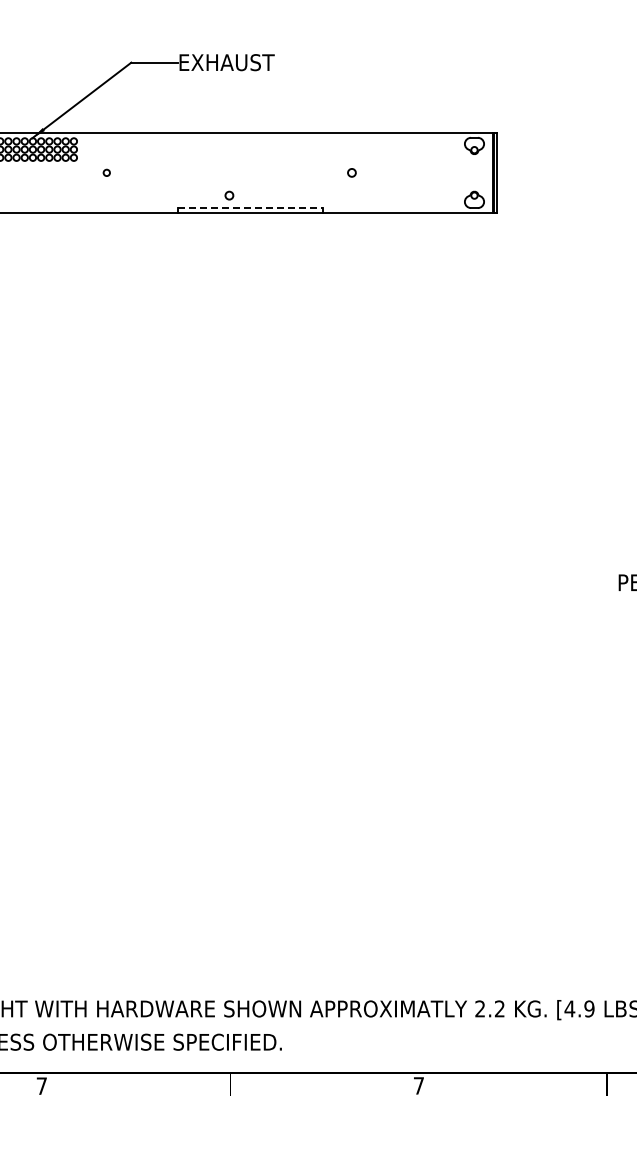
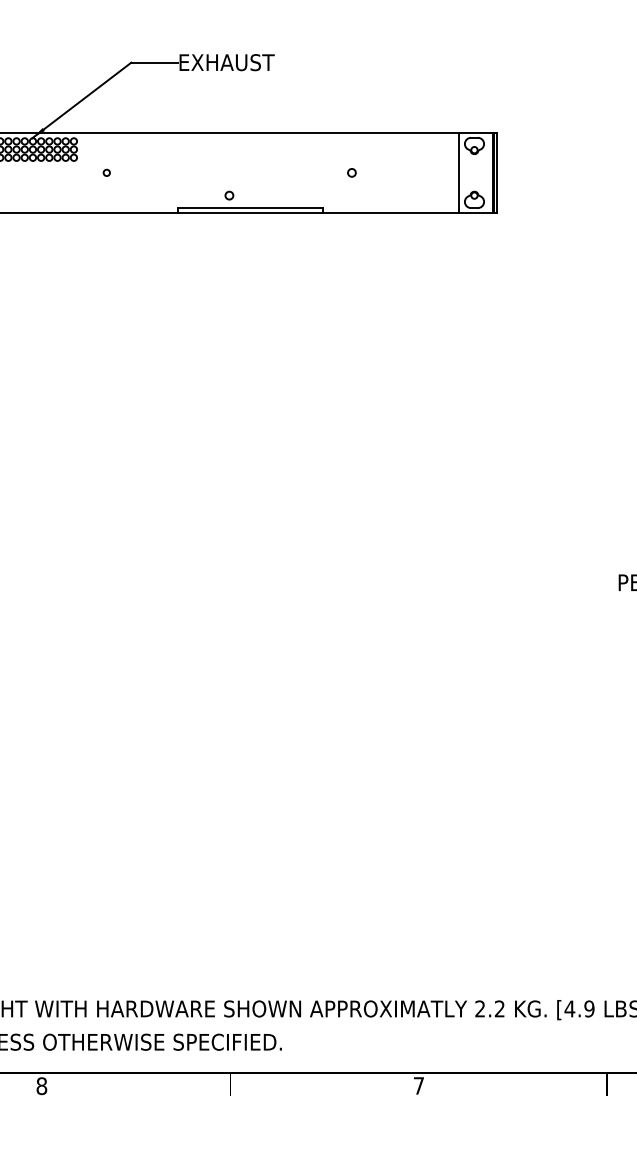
line at (459, 172): none -> present
line at (250, 208): dashed -> solid
text at (41, 1086): 7 -> 8
